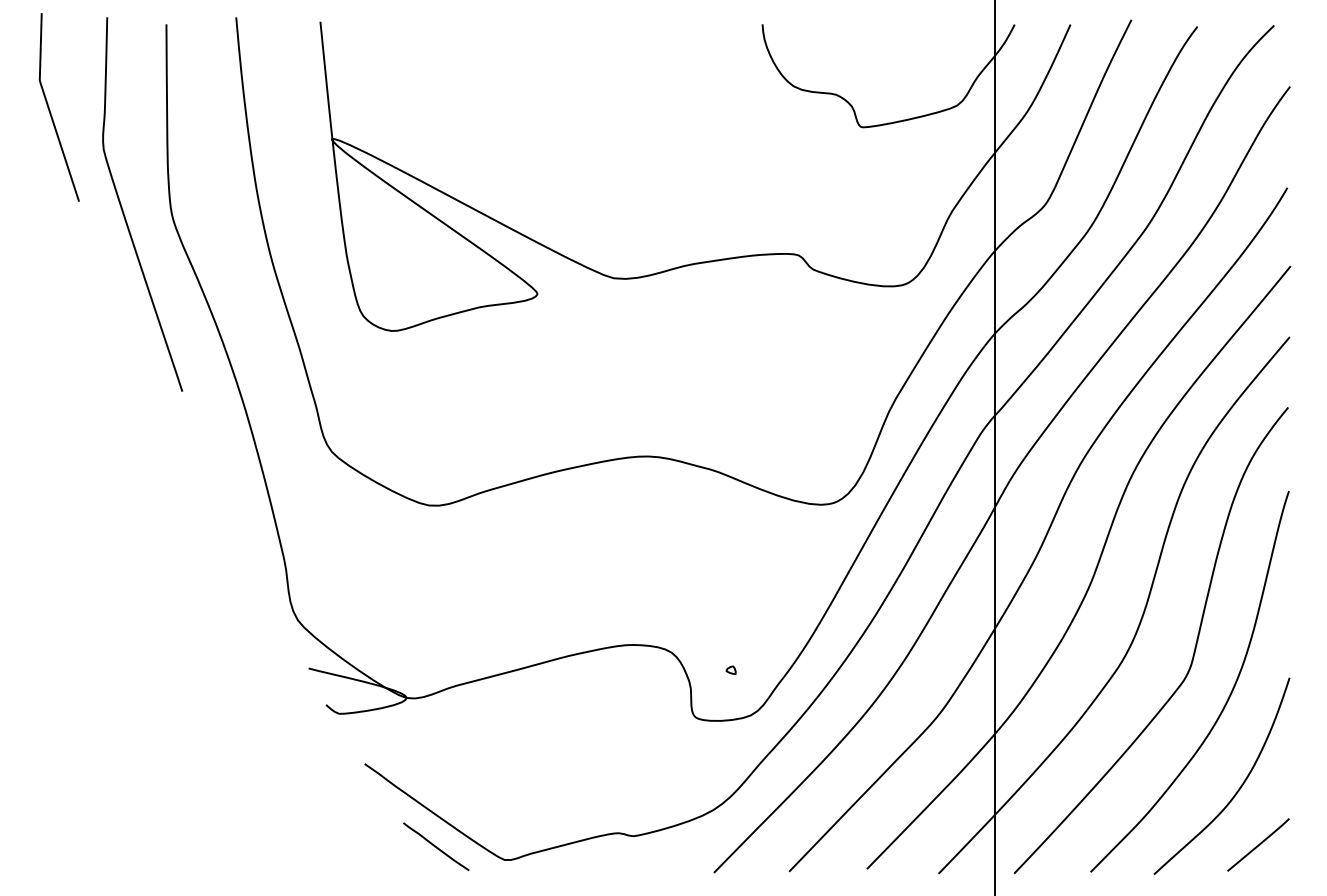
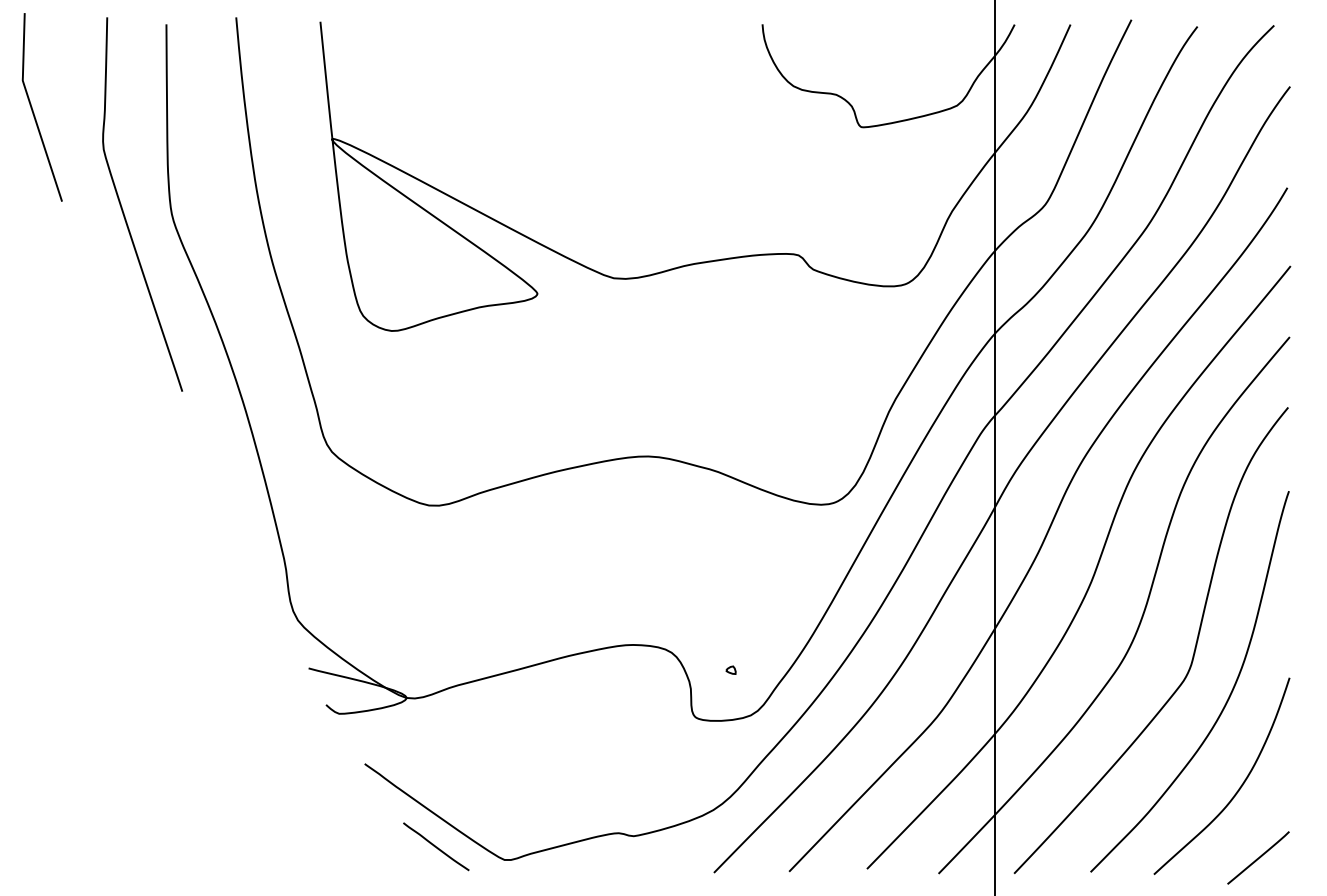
curve at (50, 109) position: (50, 109) -> (33, 109)
line at (1258, 844) position: (1258, 844) -> (1258, 857)
